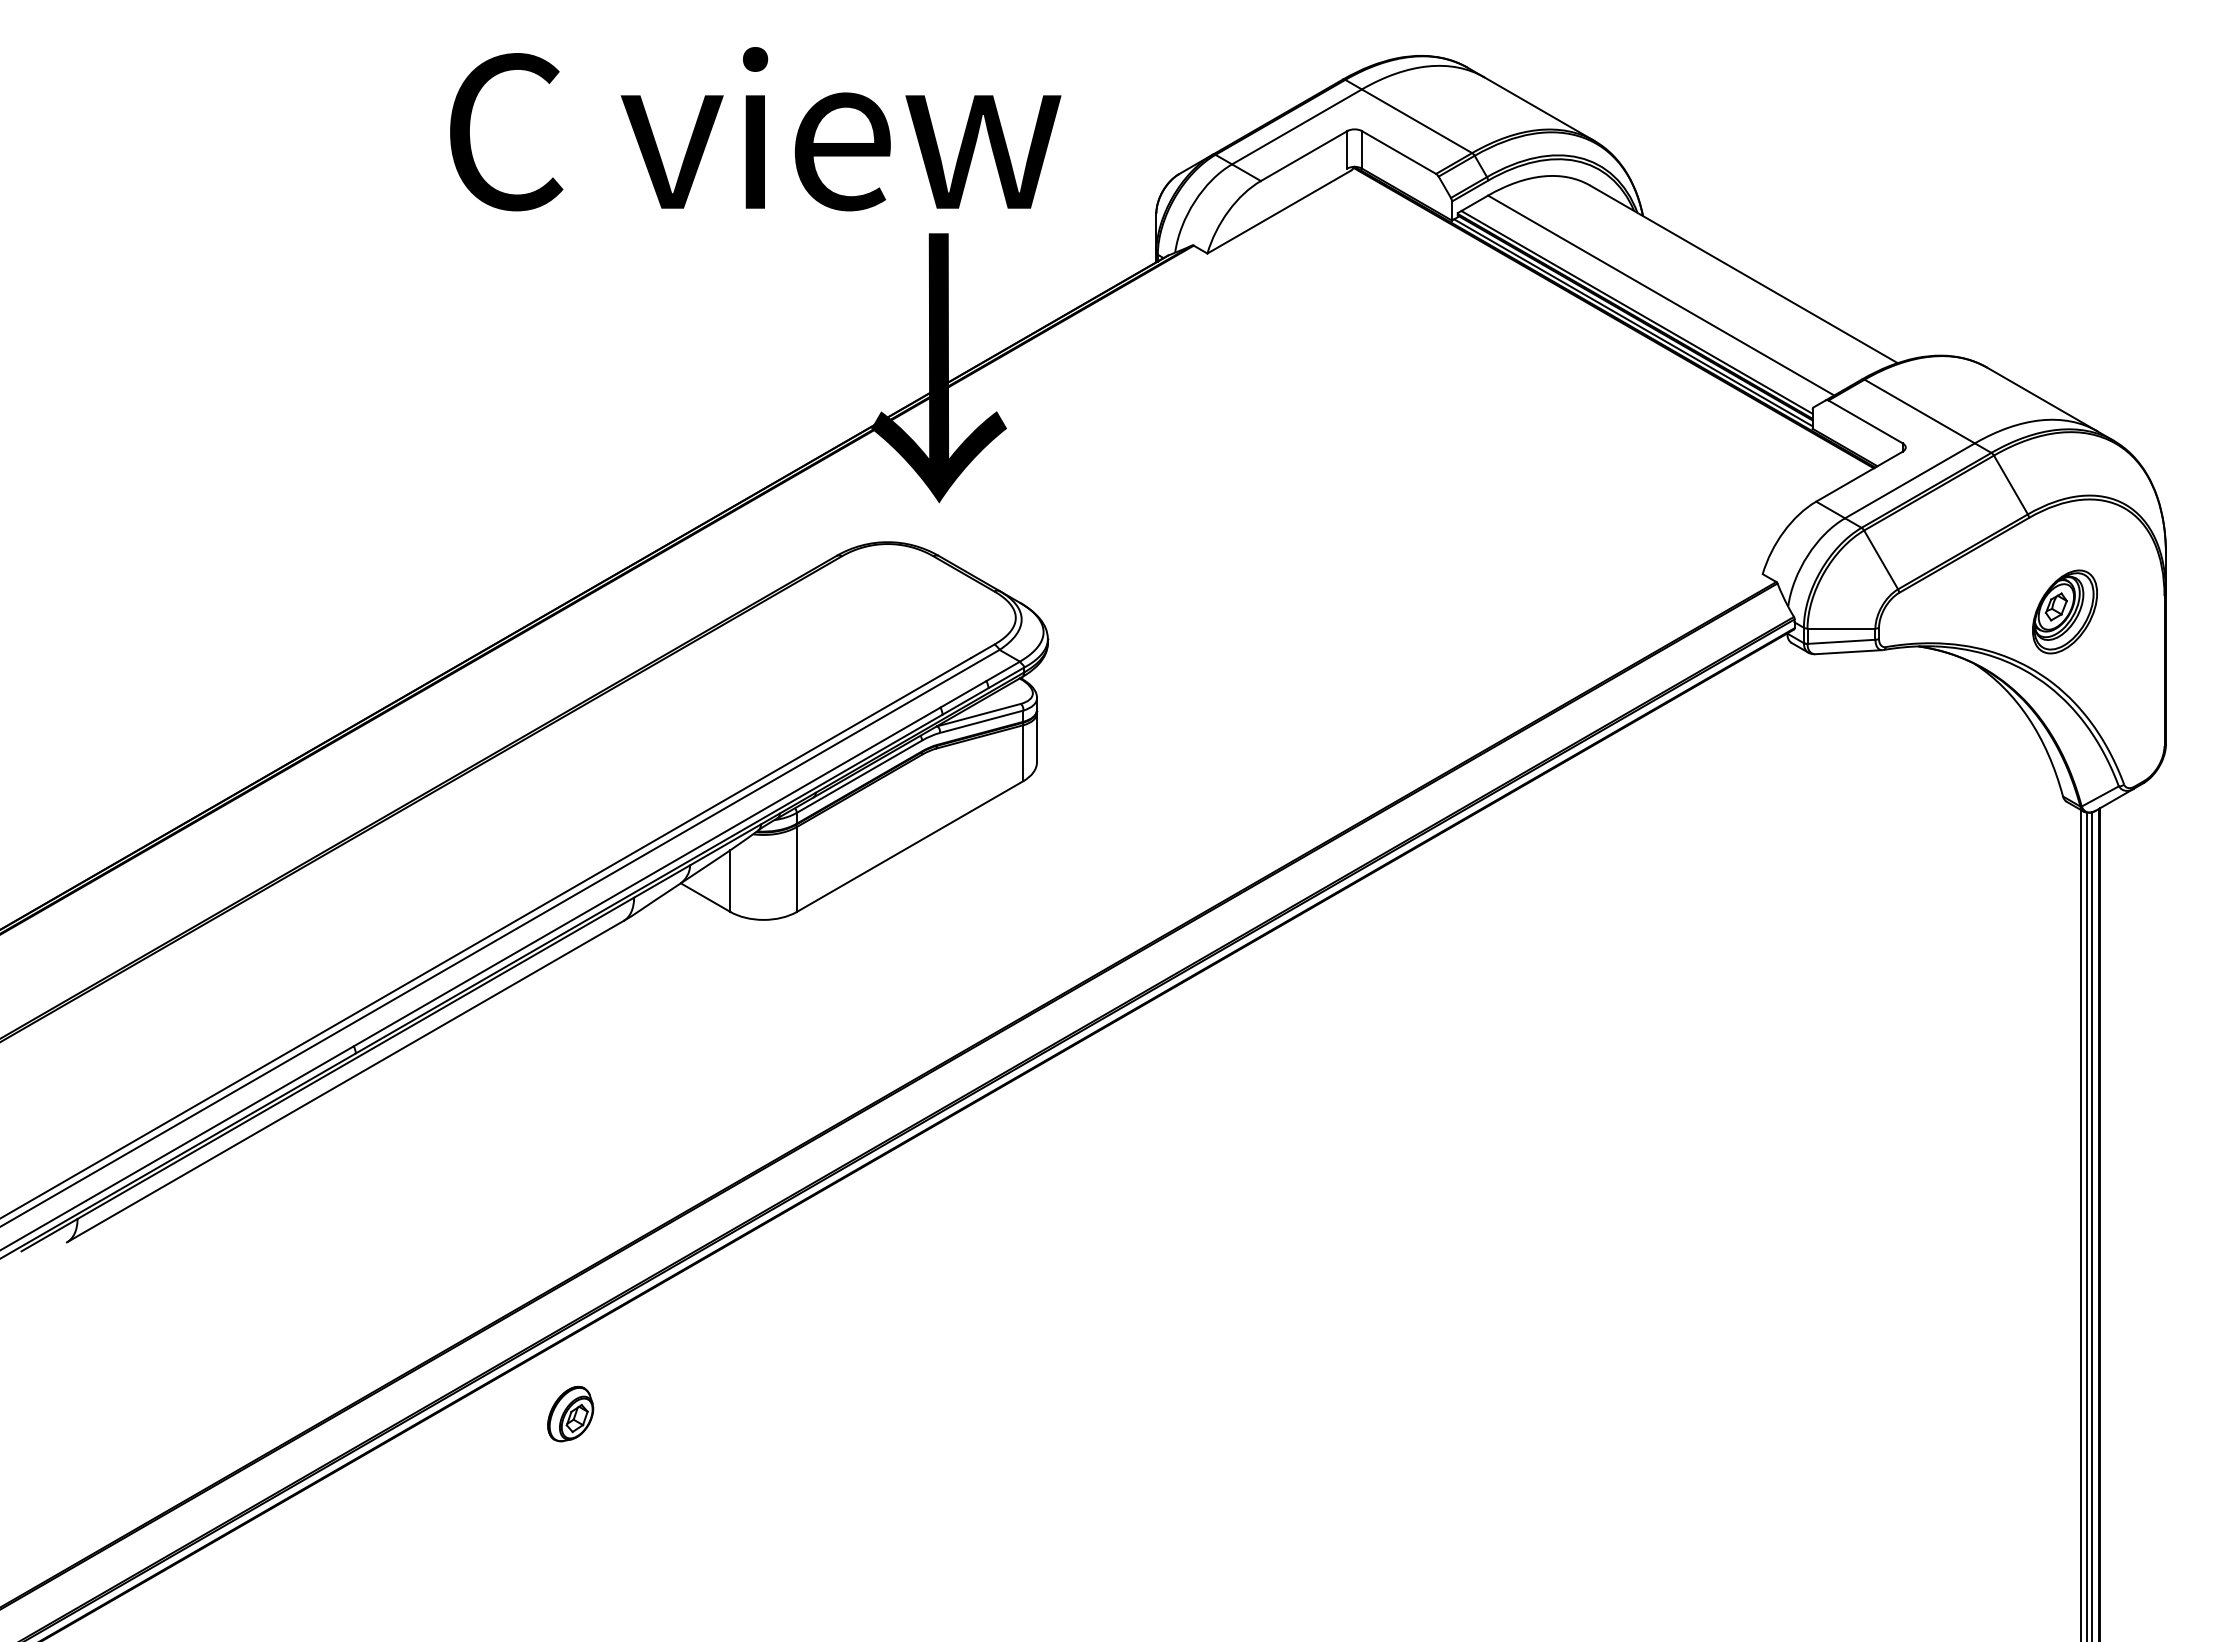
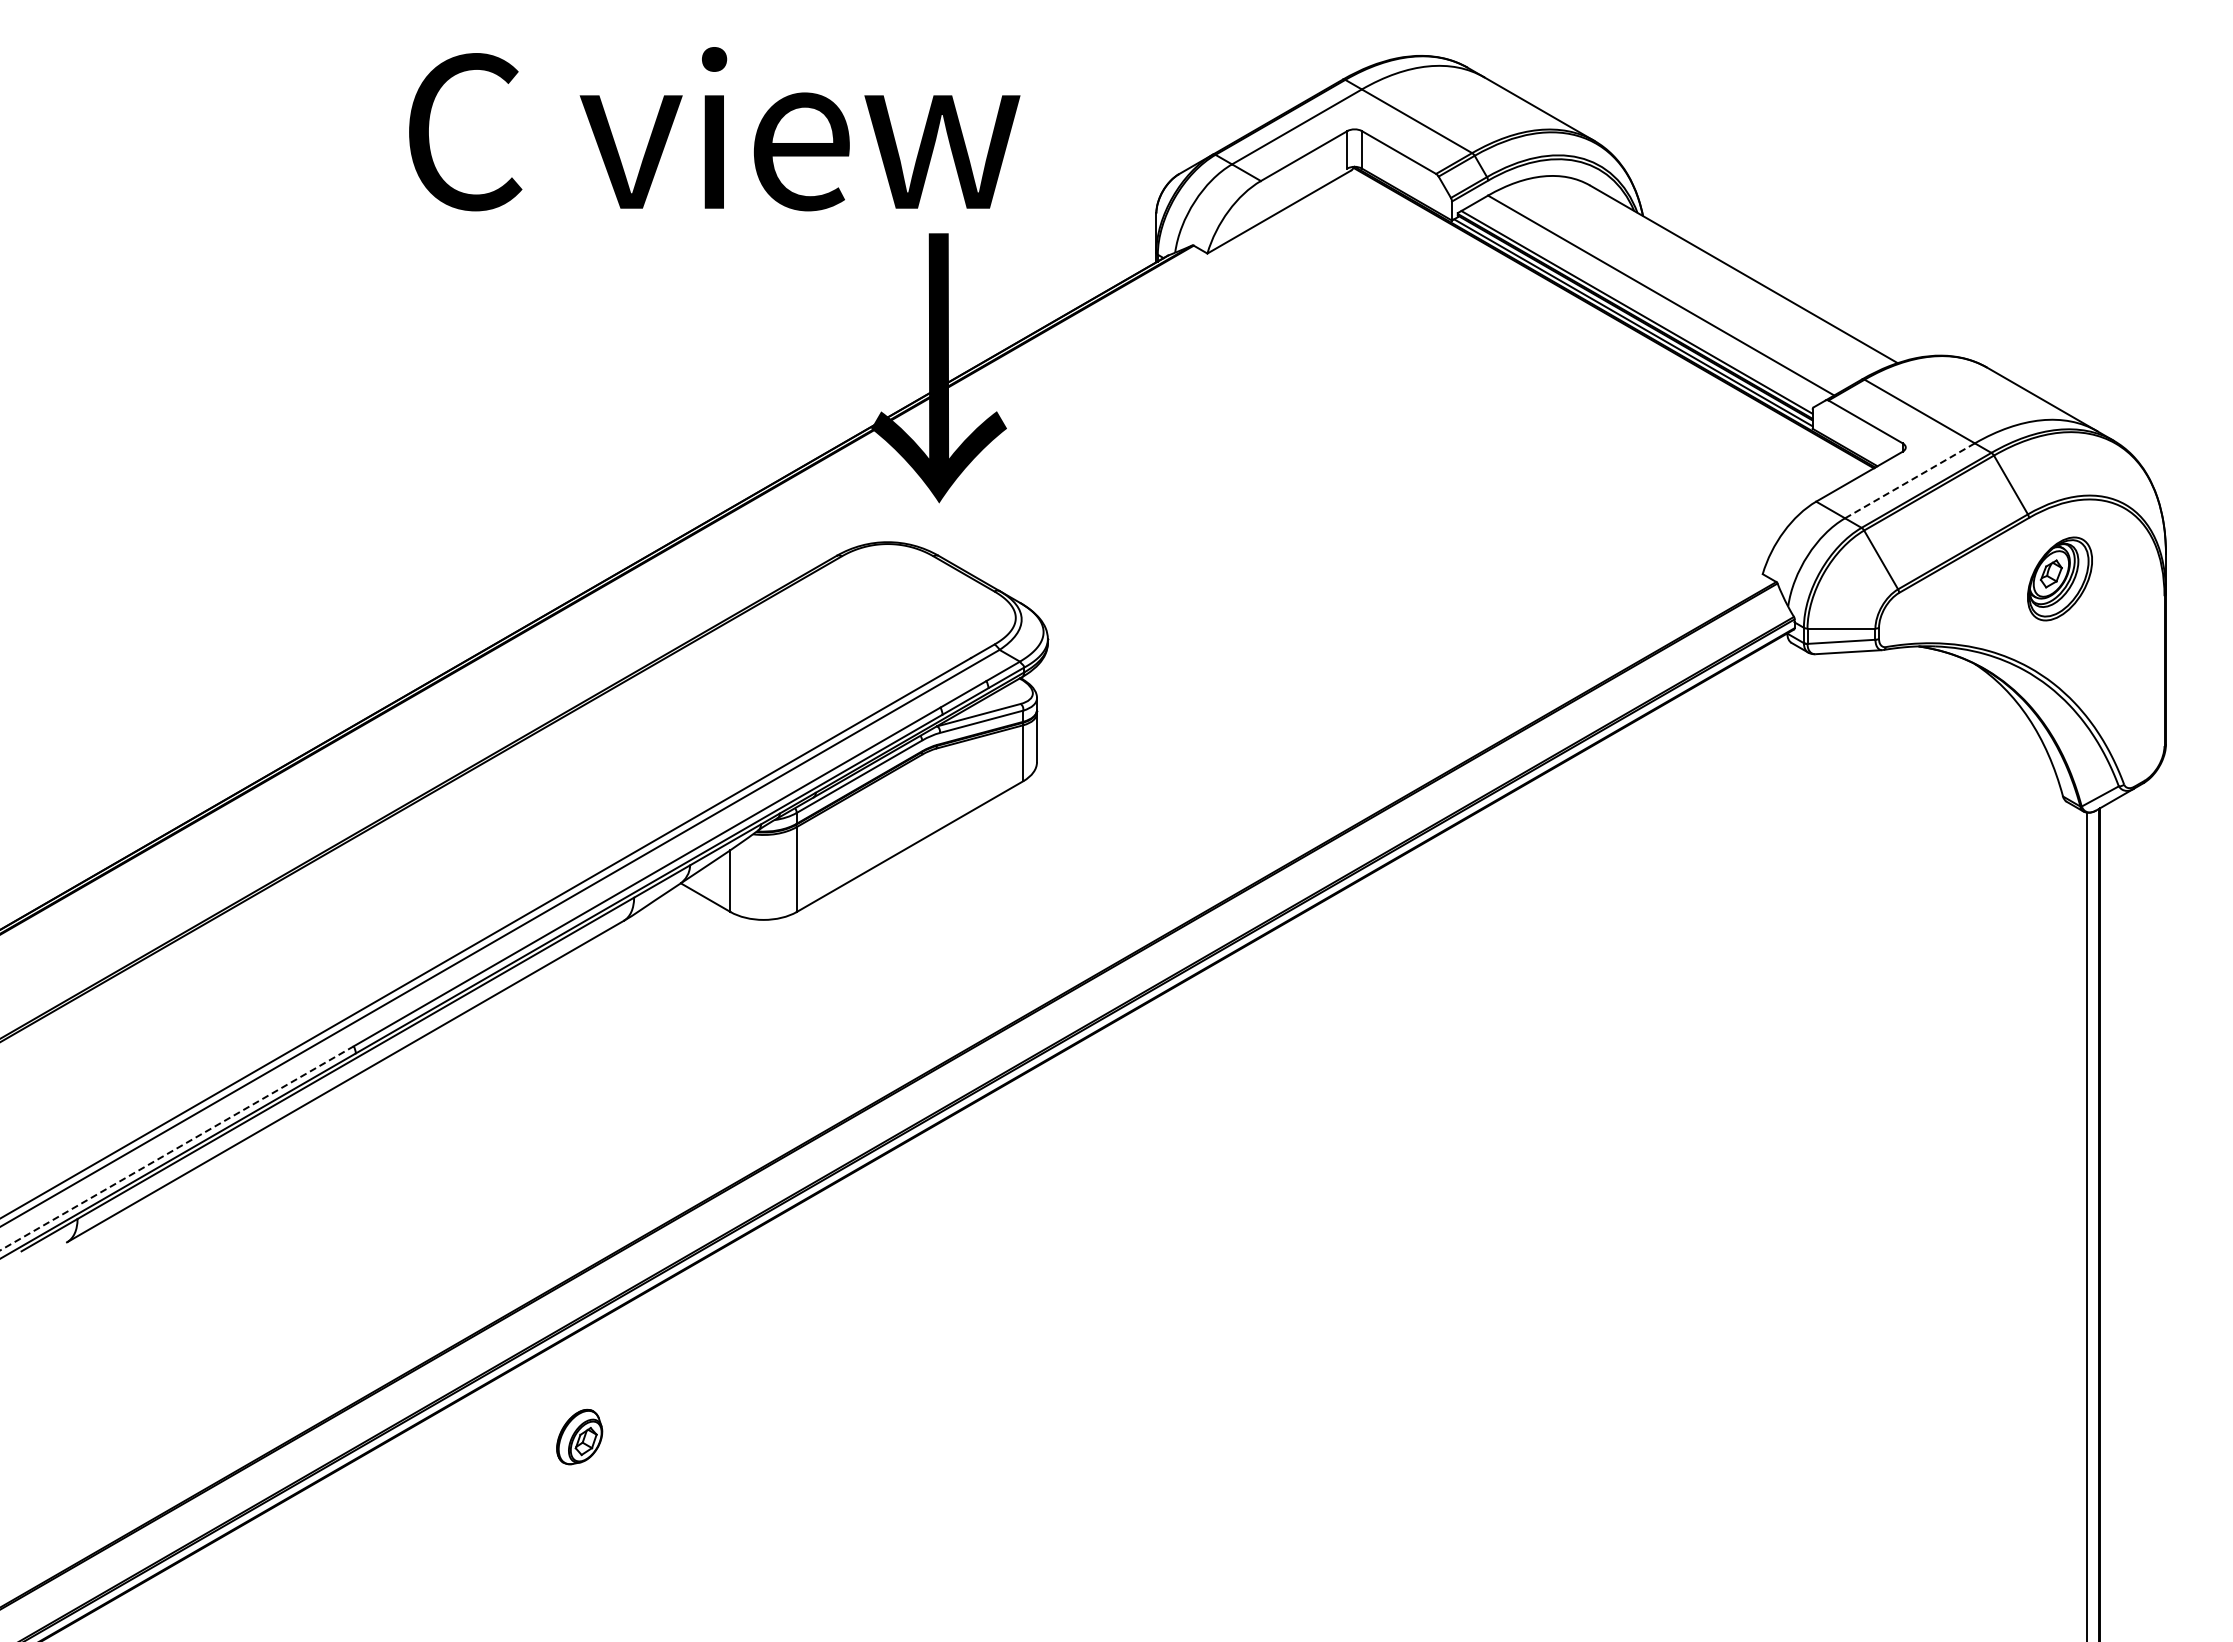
text at (755, 129) position: (755, 129) -> (714, 129)
line at (1909, 480): solid -> dashed
part at (2064, 611) position: (2064, 611) -> (2059, 578)
line at (177, 1148): solid -> dashed
line at (2080, 1223): present -> none
line at (2091, 1225): present -> none
part at (570, 1413) position: (570, 1413) -> (579, 1436)
